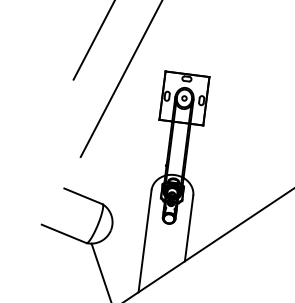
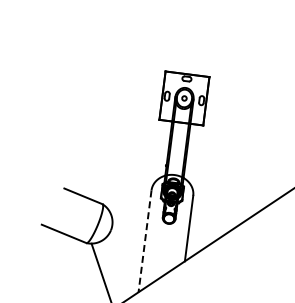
line at (93, 40): present -> none
line at (120, 79): present -> none
line at (144, 241): solid -> dashed
